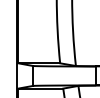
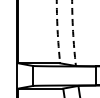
arc at (57, 32): solid -> dashed
arc at (73, 33): solid -> dashed
